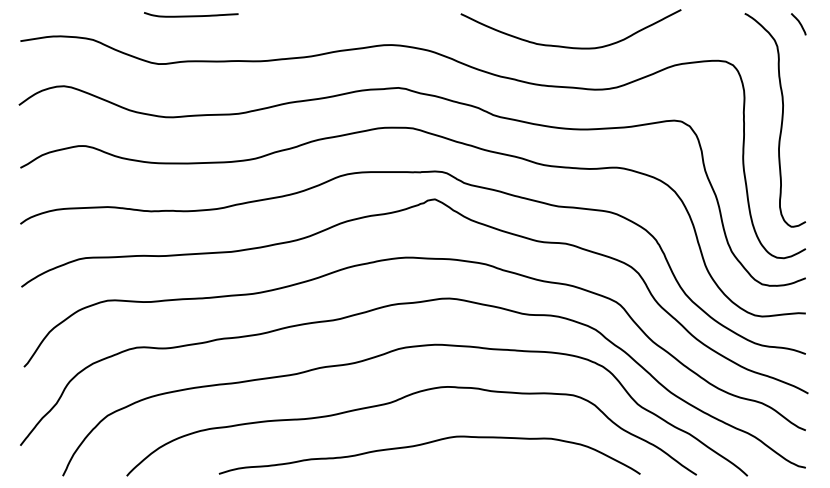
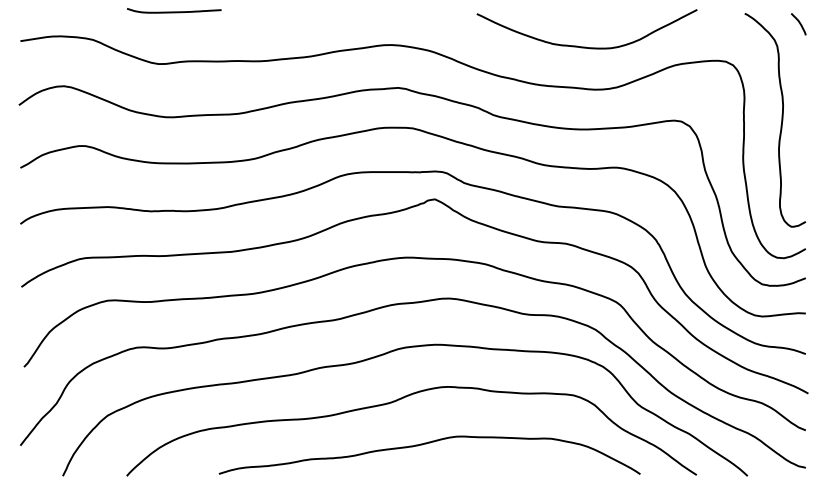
curve at (191, 15) position: (191, 15) -> (174, 11)
curve at (569, 46) position: (569, 46) -> (585, 46)
